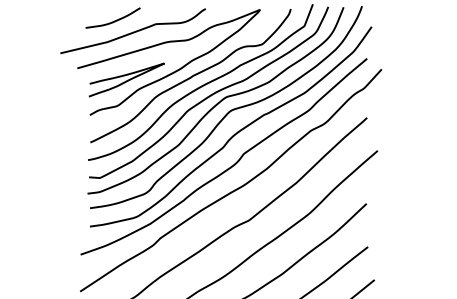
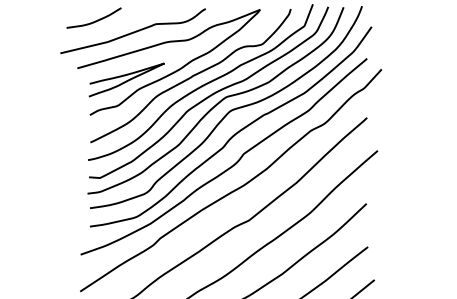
curve at (114, 20) position: (114, 20) -> (95, 20)
